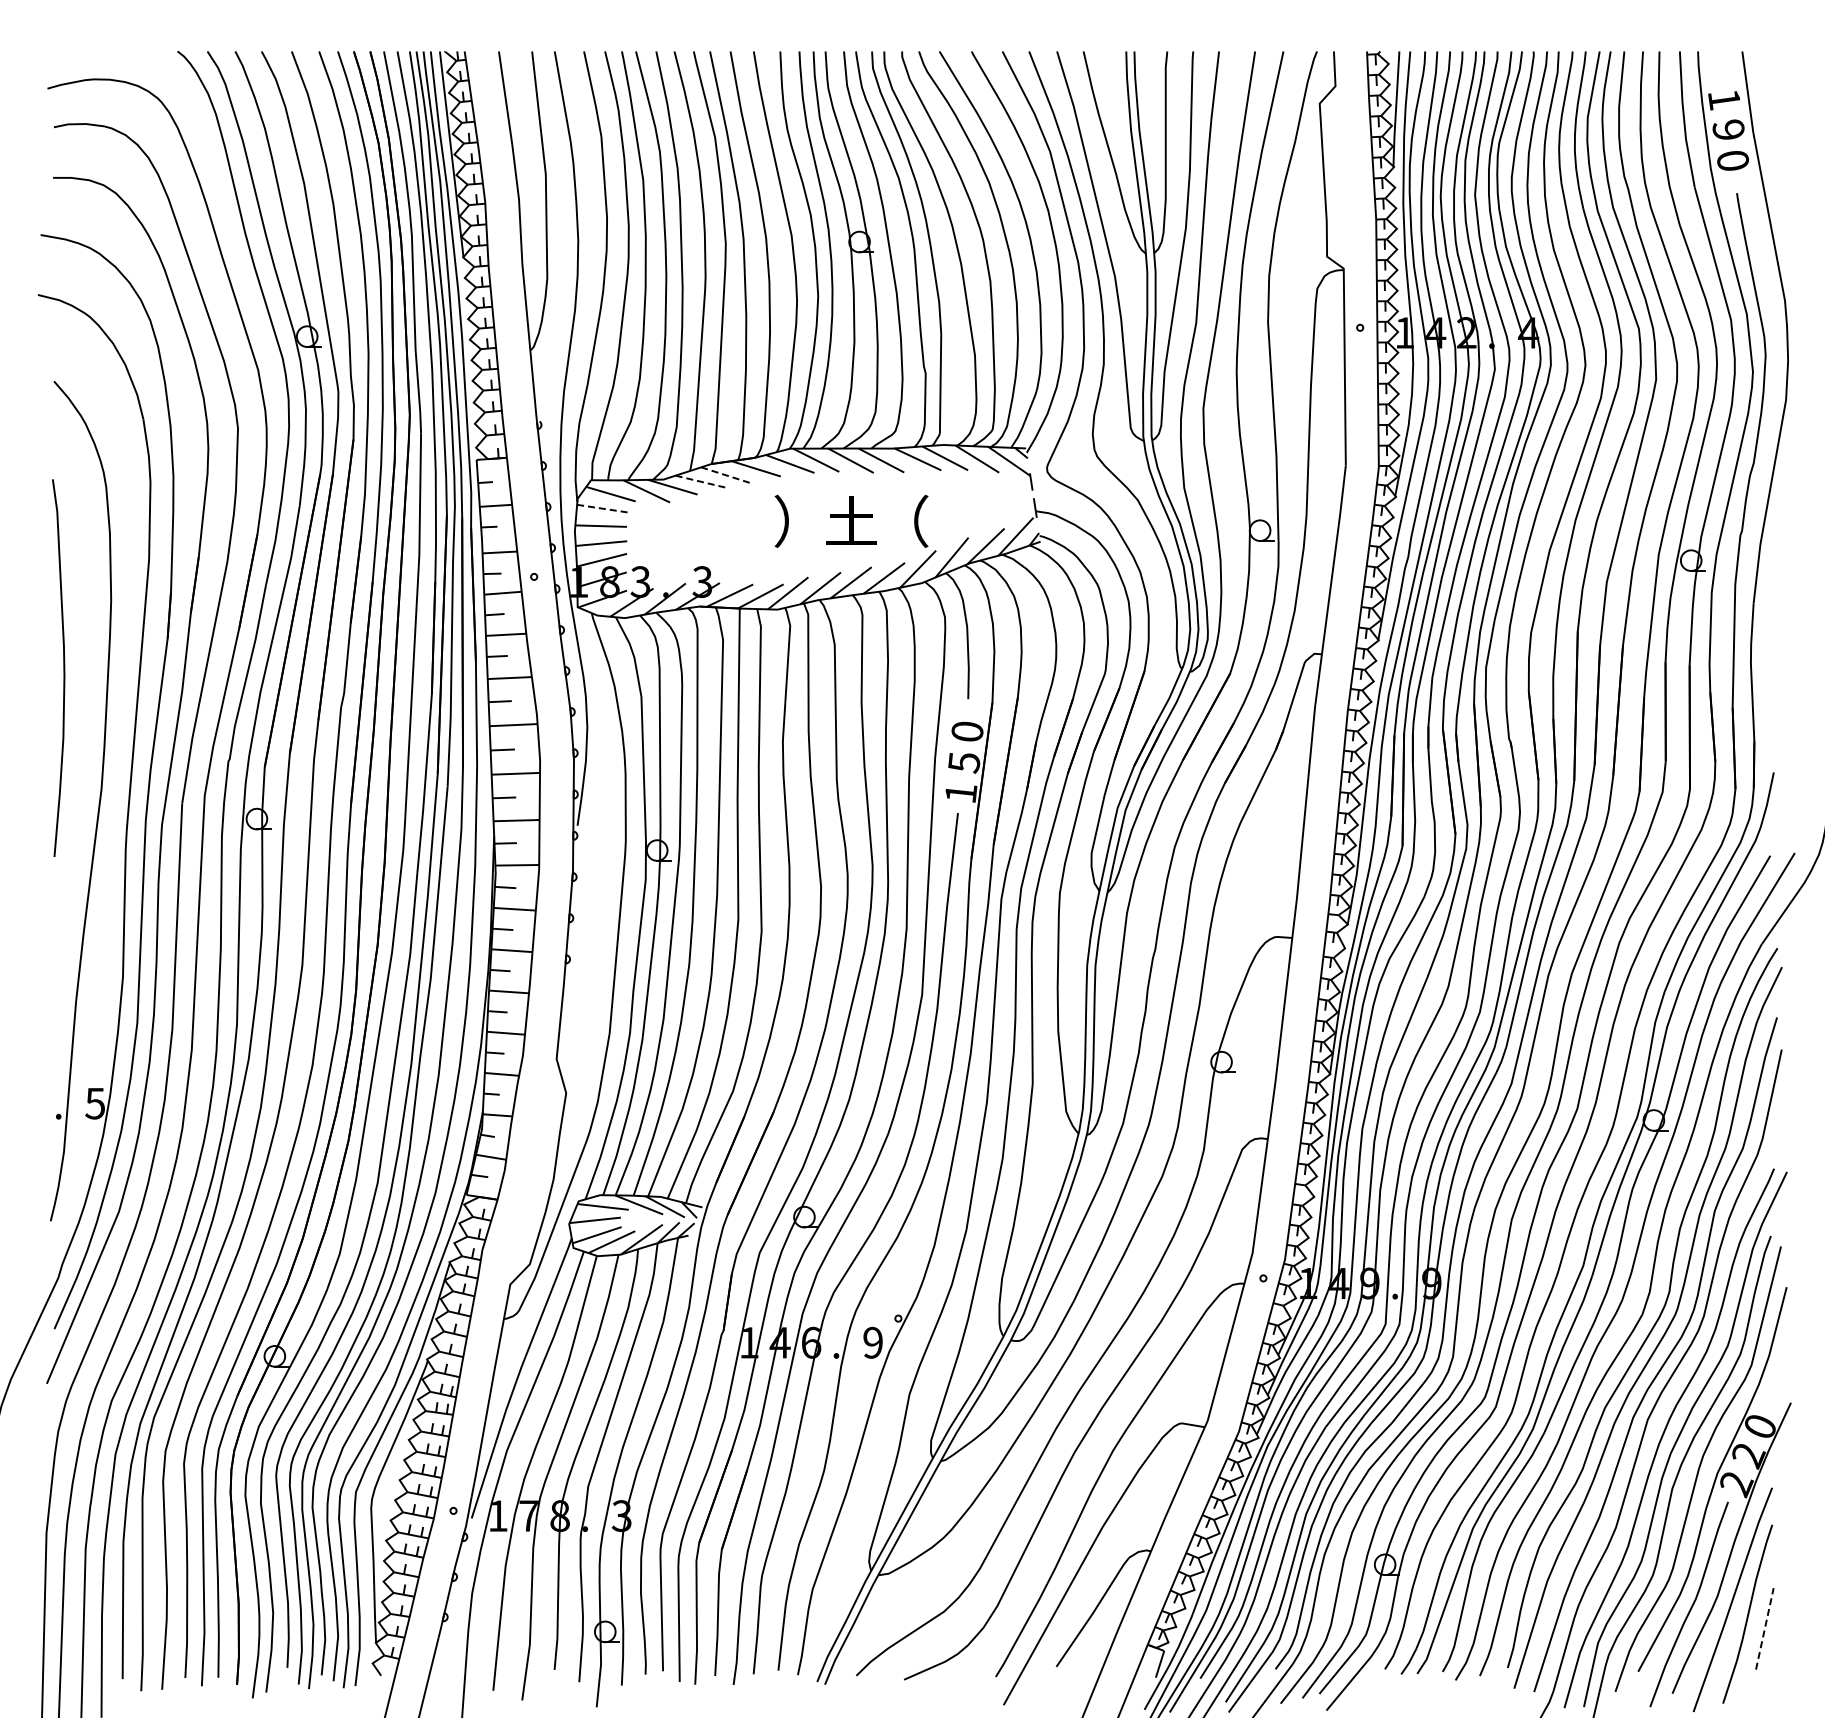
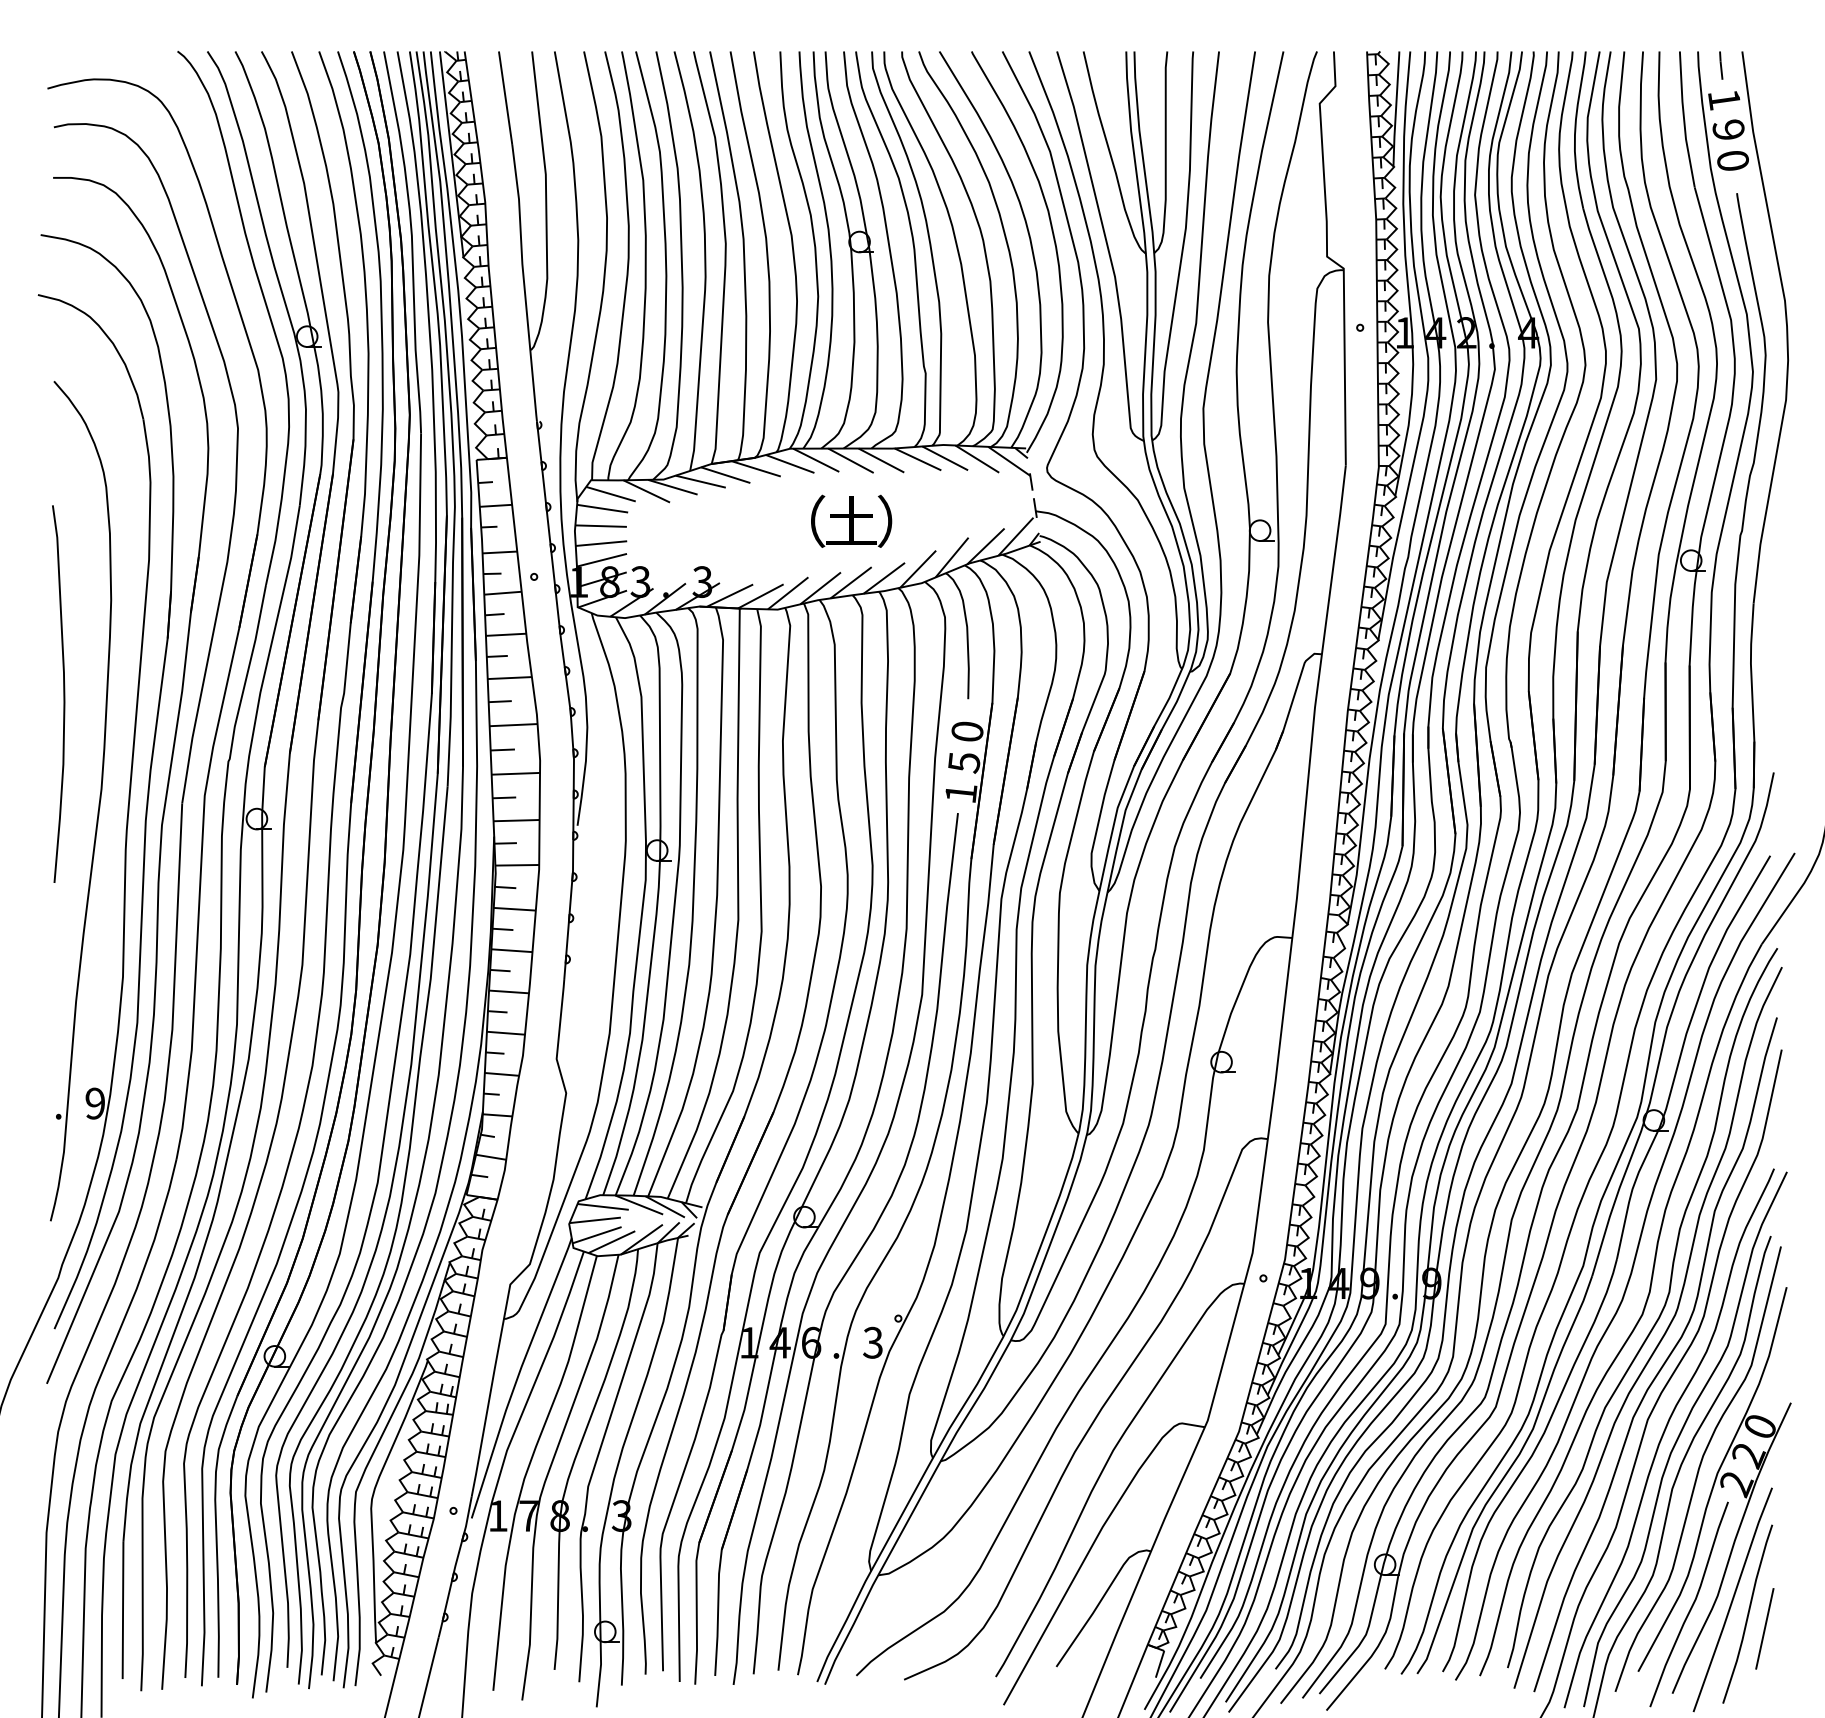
line at (1721, 65): none -> present
line at (725, 475): dashed -> solid
line at (700, 481): dashed -> solid
line at (602, 508): dashed -> solid
text at (799, 520): ） -> （
text at (902, 520): （ -> ）
curve at (63, 667) position: (63, 667) -> (63, 693)
text at (94, 1103): 5 -> 9
text at (872, 1342): 9 -> 3
line at (1764, 1628): dashed -> solid
